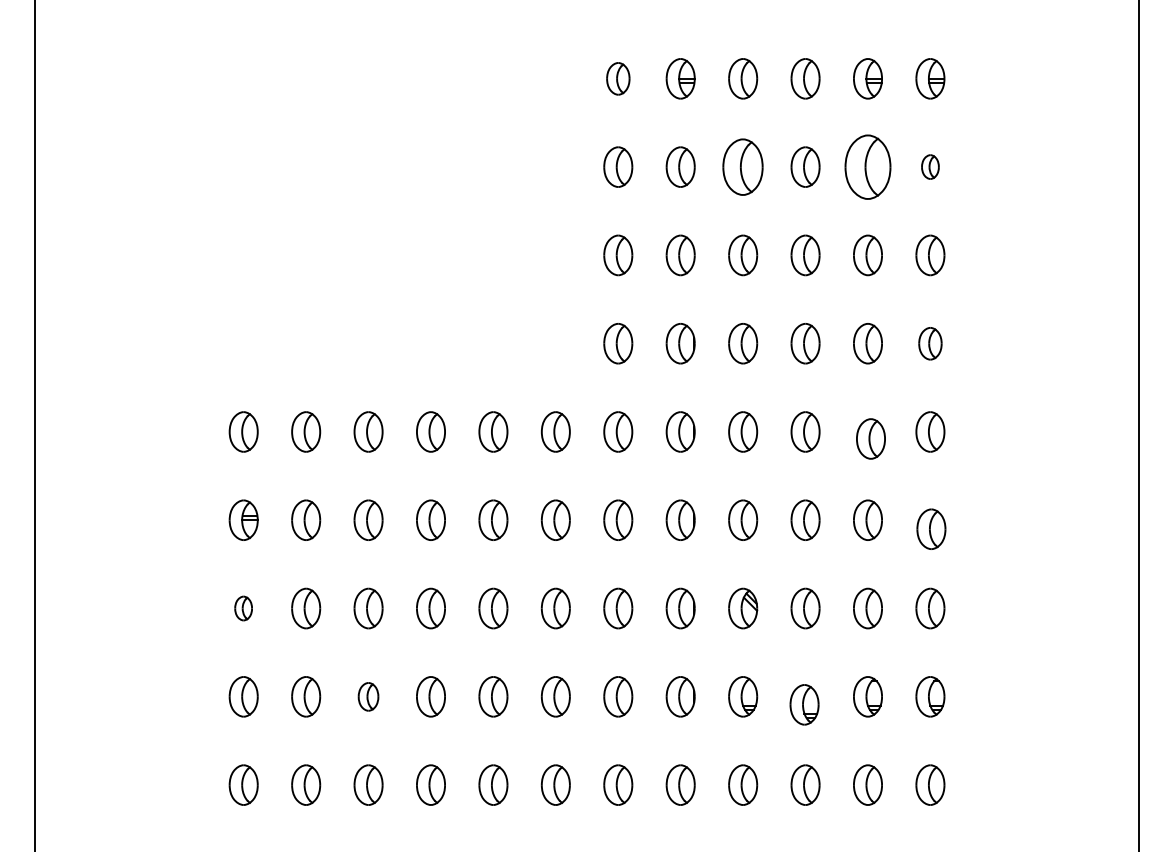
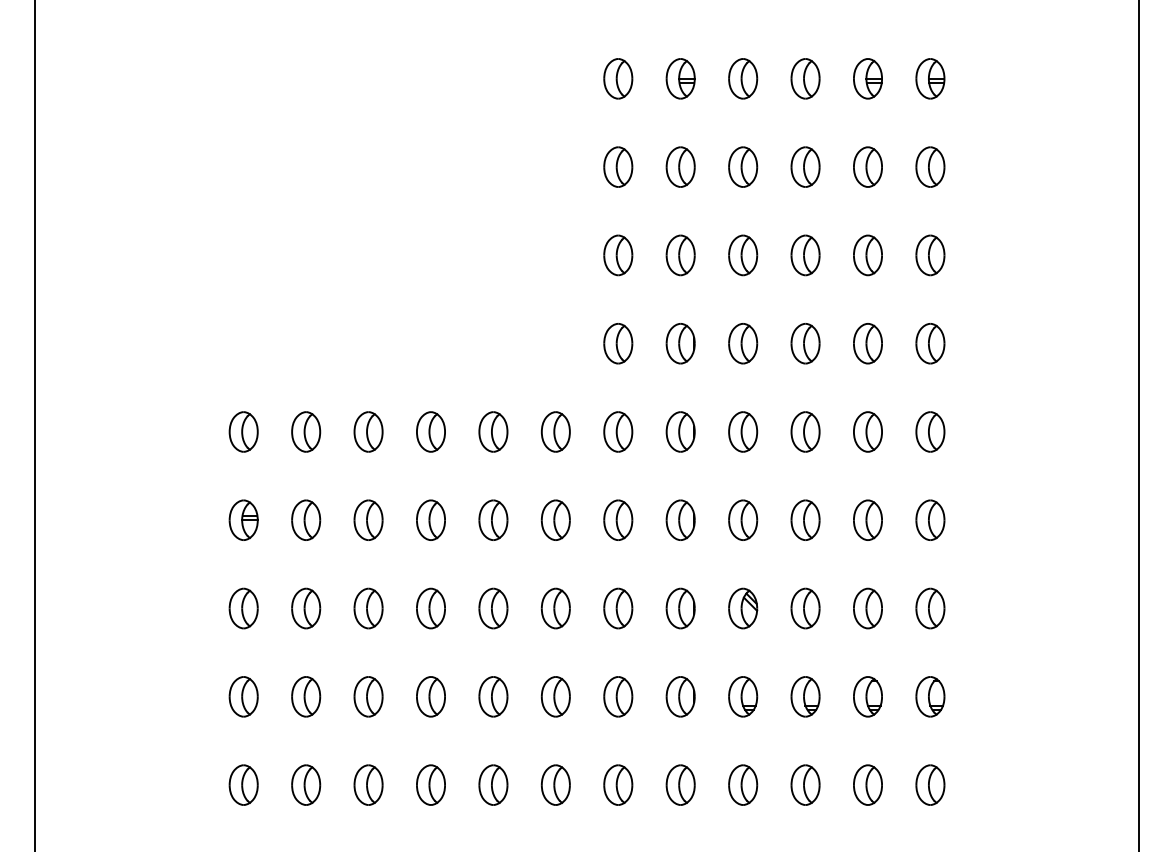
part at (618, 78) size: 25x34 px -> 31x42 px
part at (742, 166) size: 42x58 px -> 31x42 px
part at (867, 166) size: 48x66 px -> 30x42 px
part at (930, 166) size: 19x26 px -> 31x42 px
part at (930, 343) size: 25x34 px -> 31x42 px
part at (870, 438) position: (870, 438) -> (867, 431)
part at (931, 528) position: (931, 528) -> (930, 519)
part at (243, 608) size: 19x27 px -> 31x43 px
part at (368, 696) size: 23x30 px -> 31x42 px
part at (804, 704) position: (804, 704) -> (805, 696)
